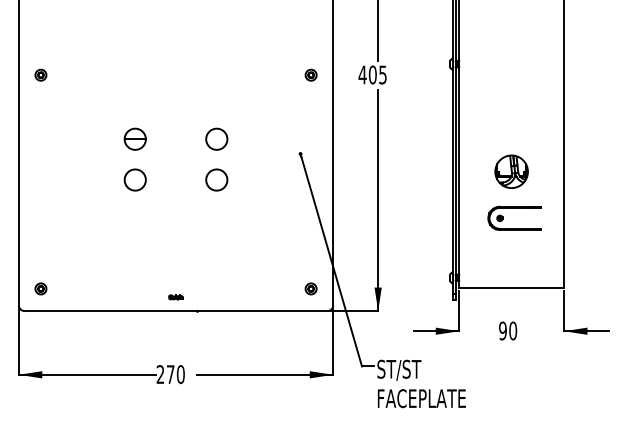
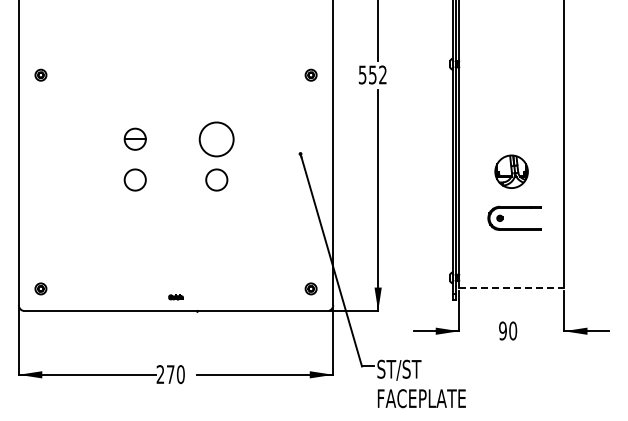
text at (372, 74): 405 -> 552
circle at (216, 138) size: 24x24 px -> 37x37 px
line at (512, 288): solid -> dashed
